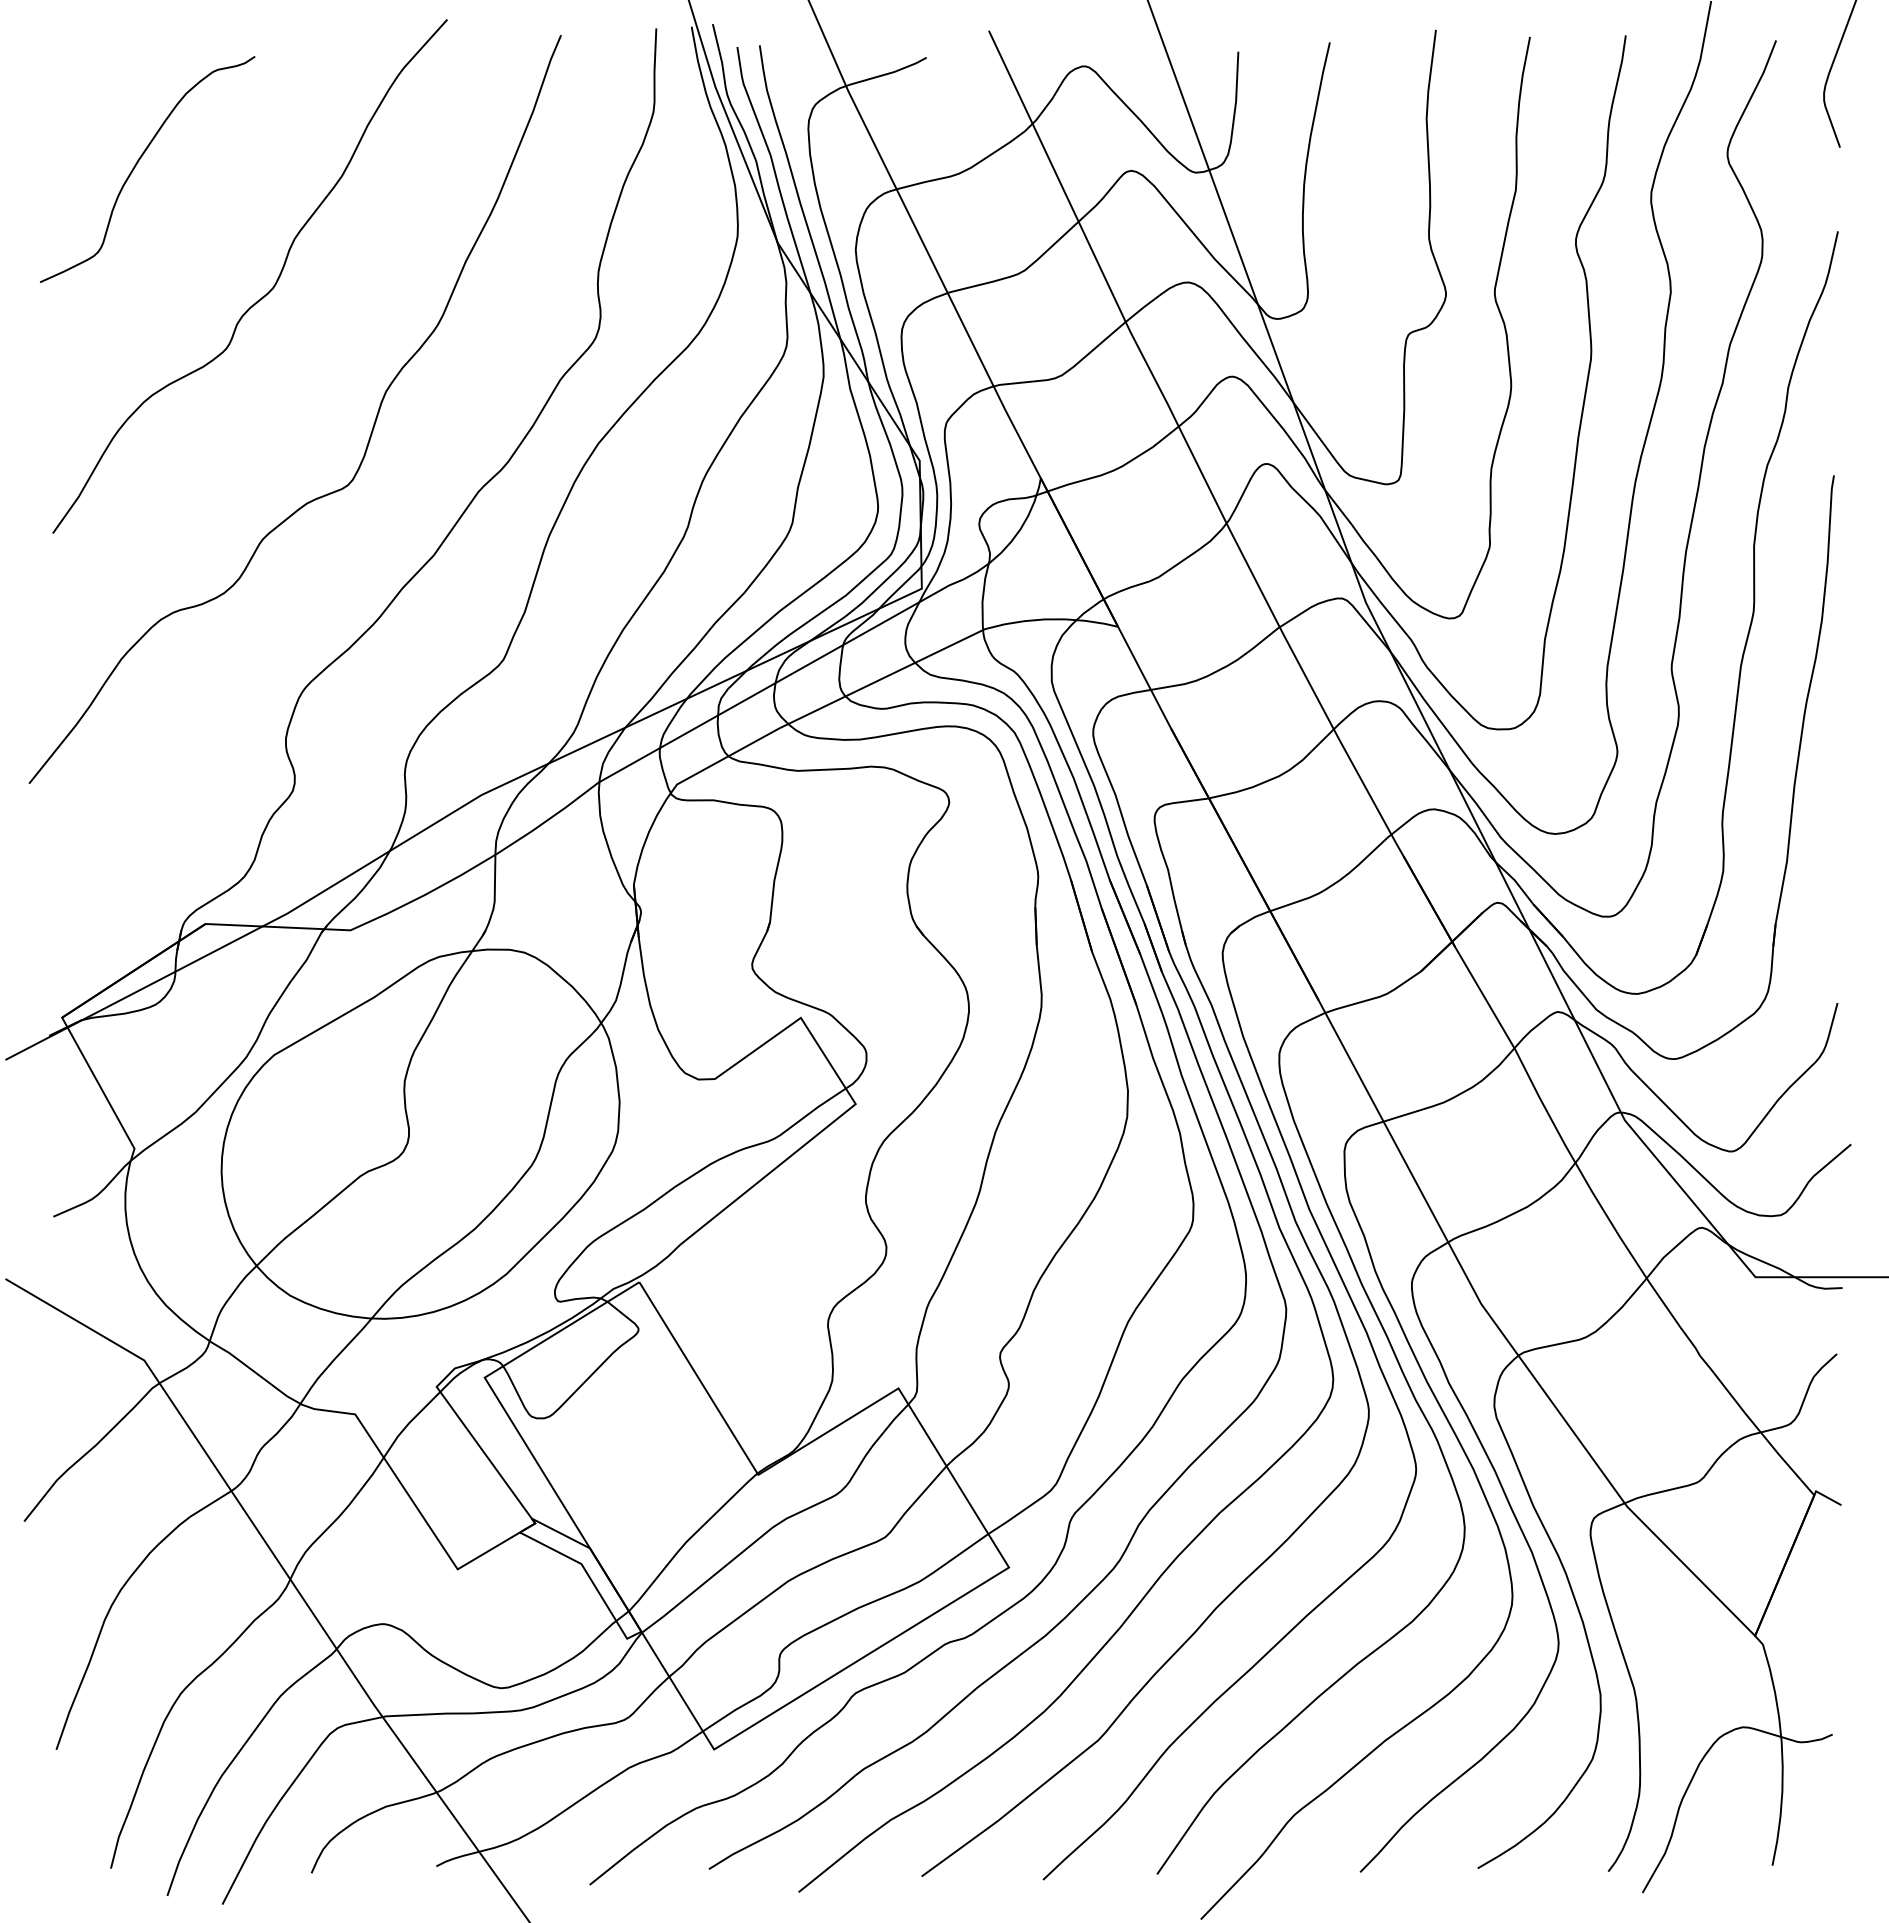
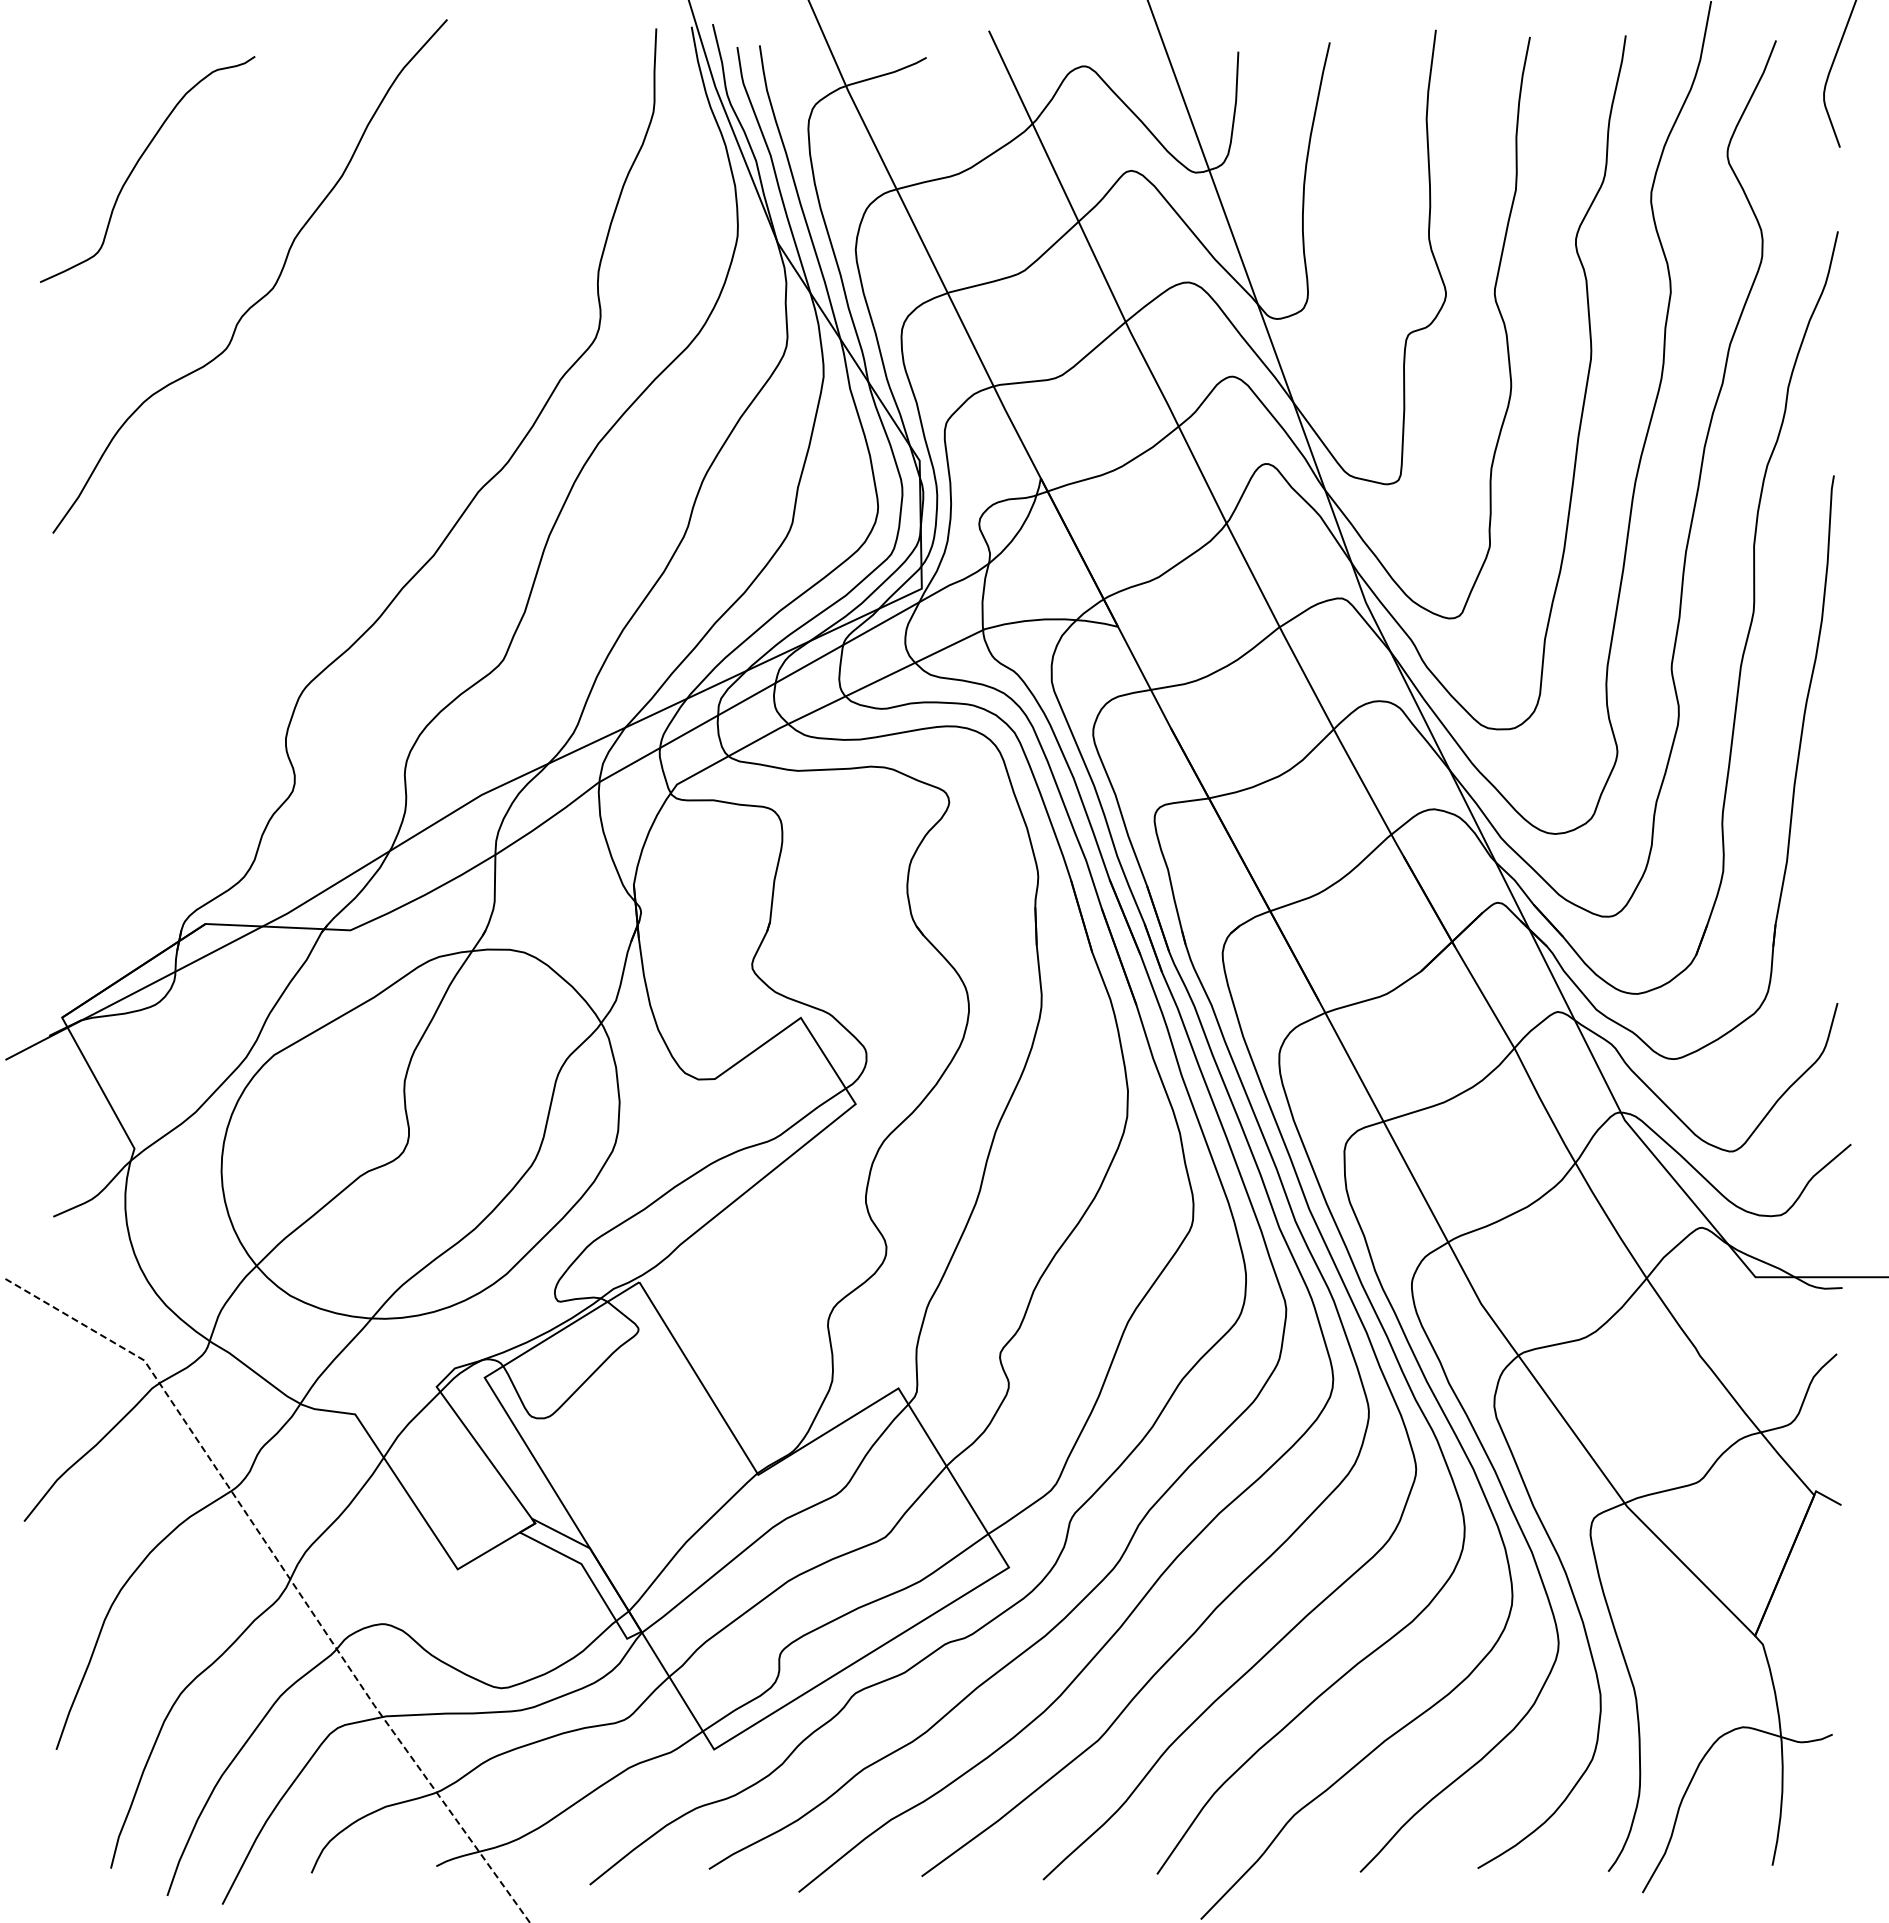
curve at (370, 433): present -> none
line at (288, 1577): solid -> dashed
